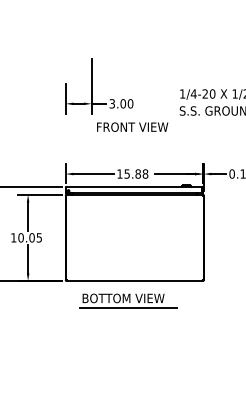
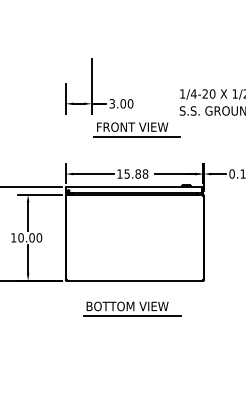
line at (136, 136): none -> present
text at (39, 237): 10.05 -> 10.00
part at (128, 300) position: (128, 300) -> (132, 308)
